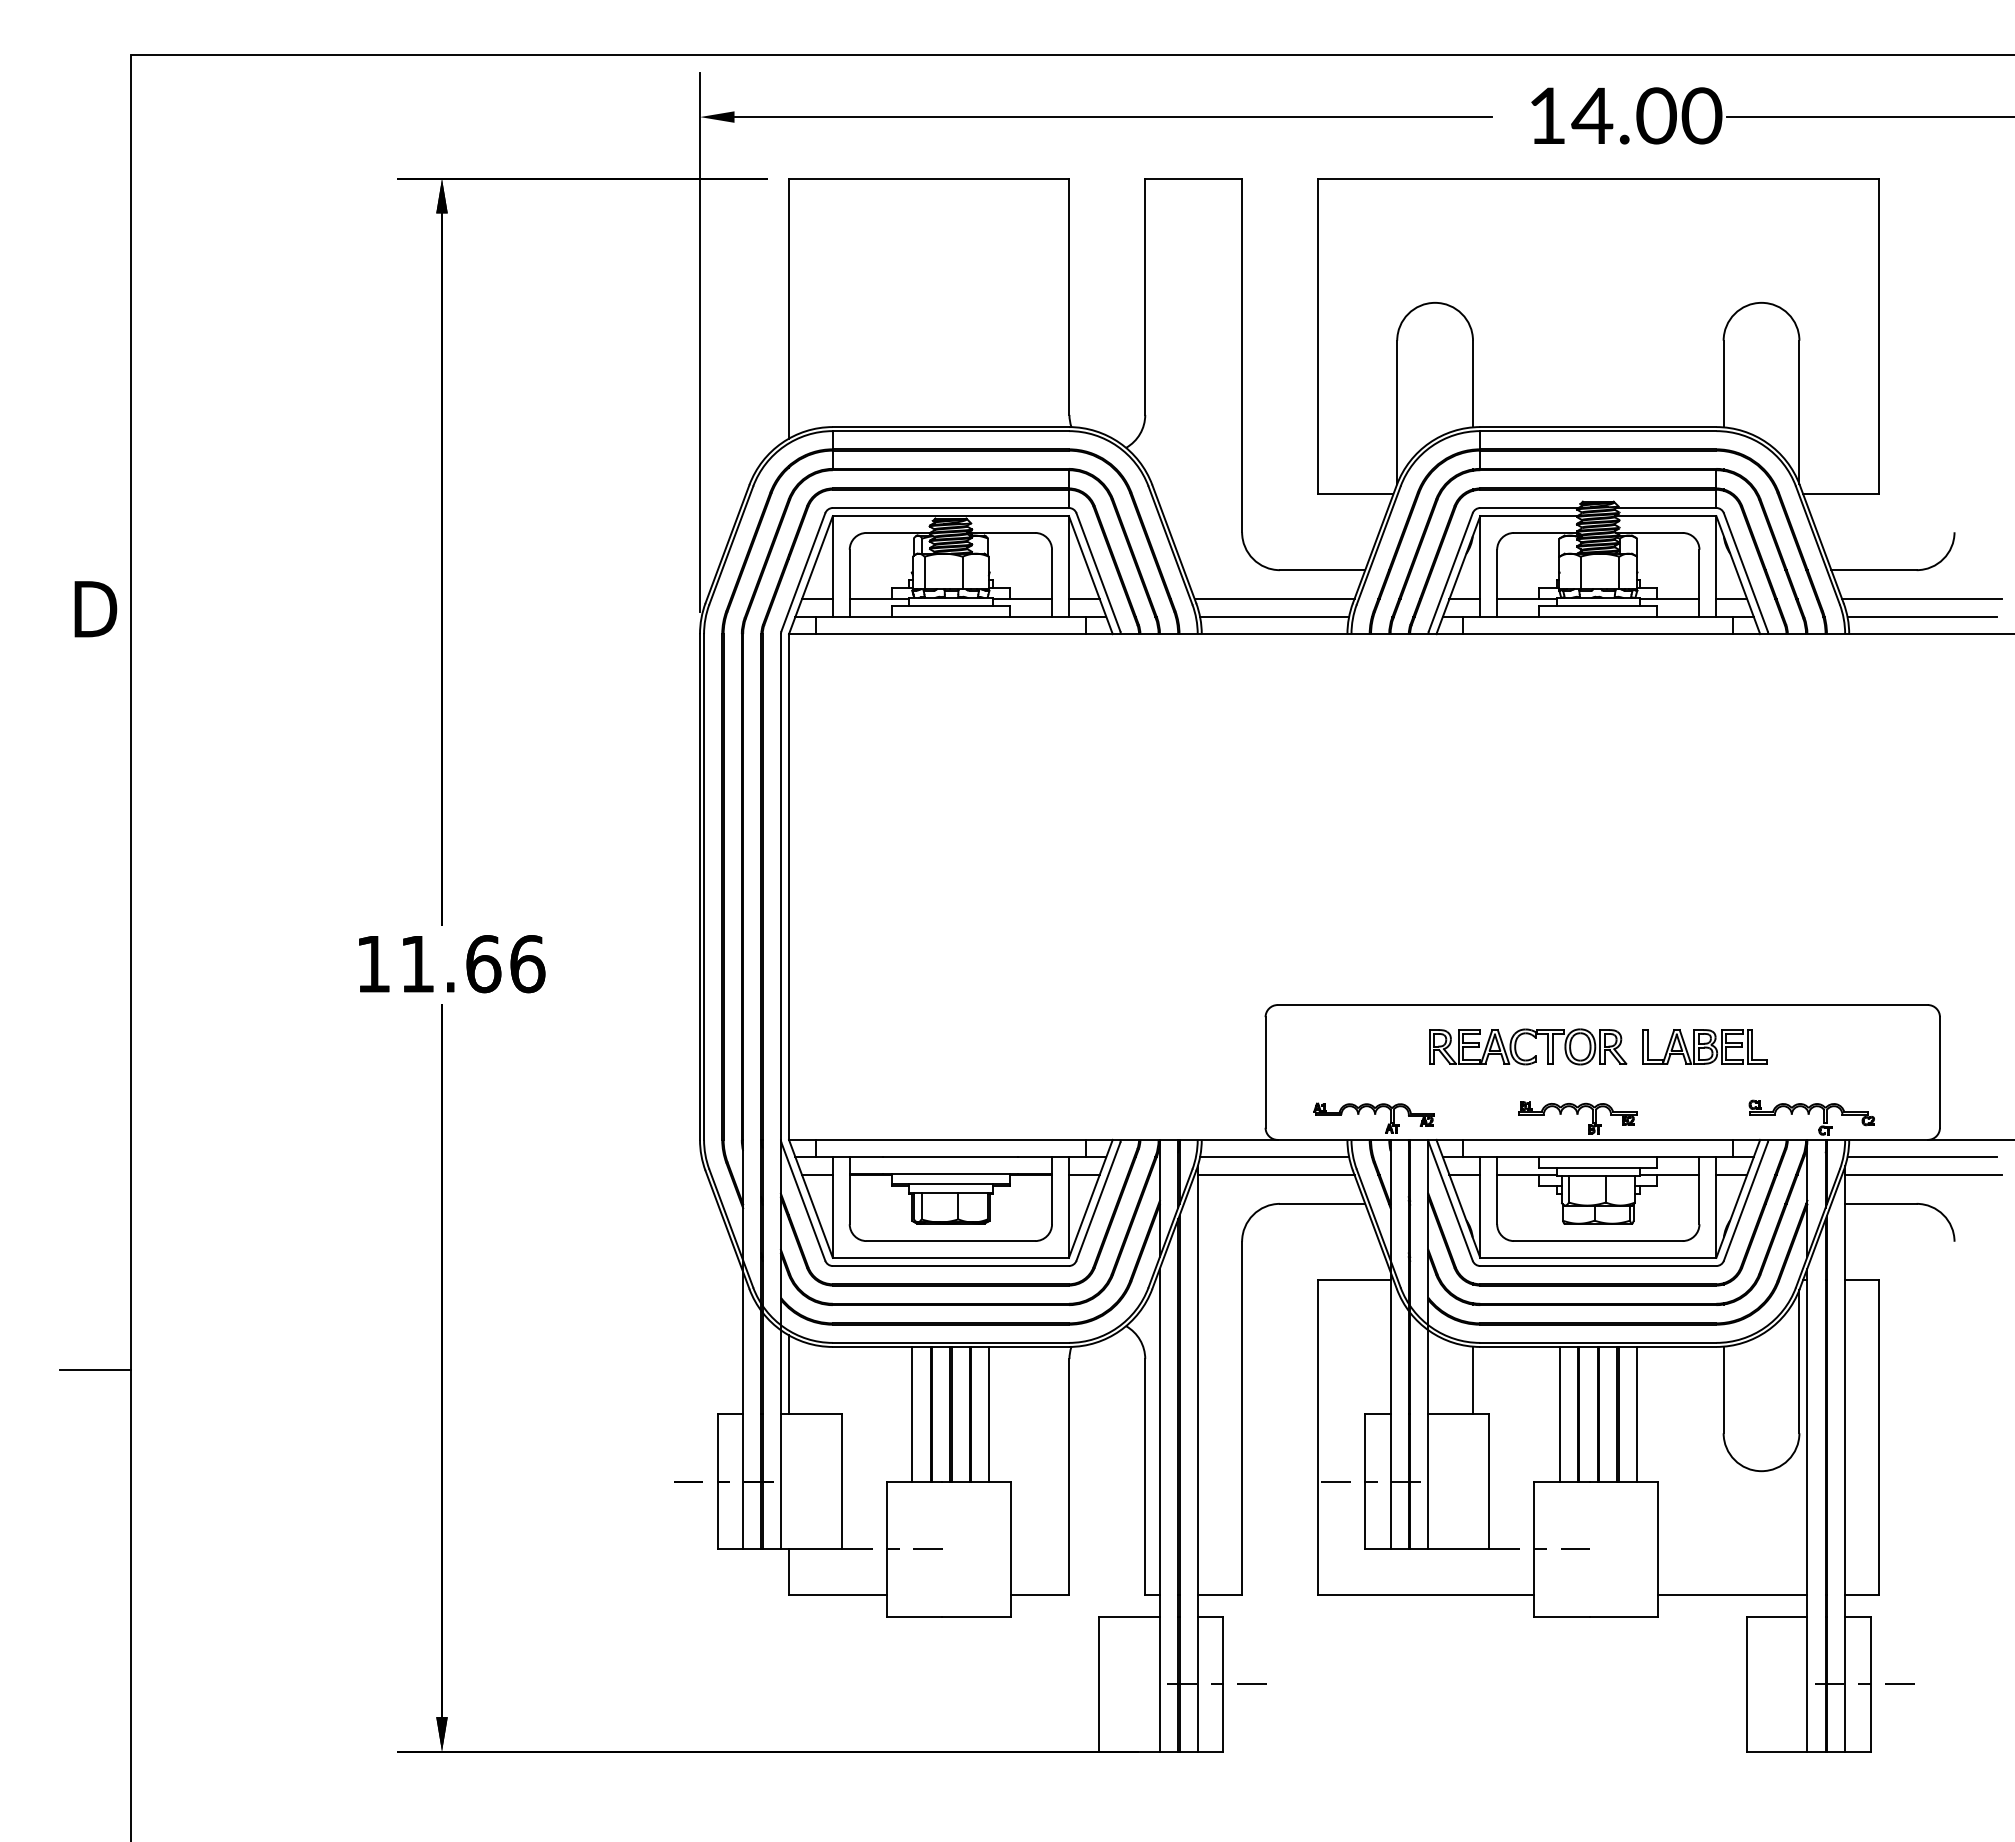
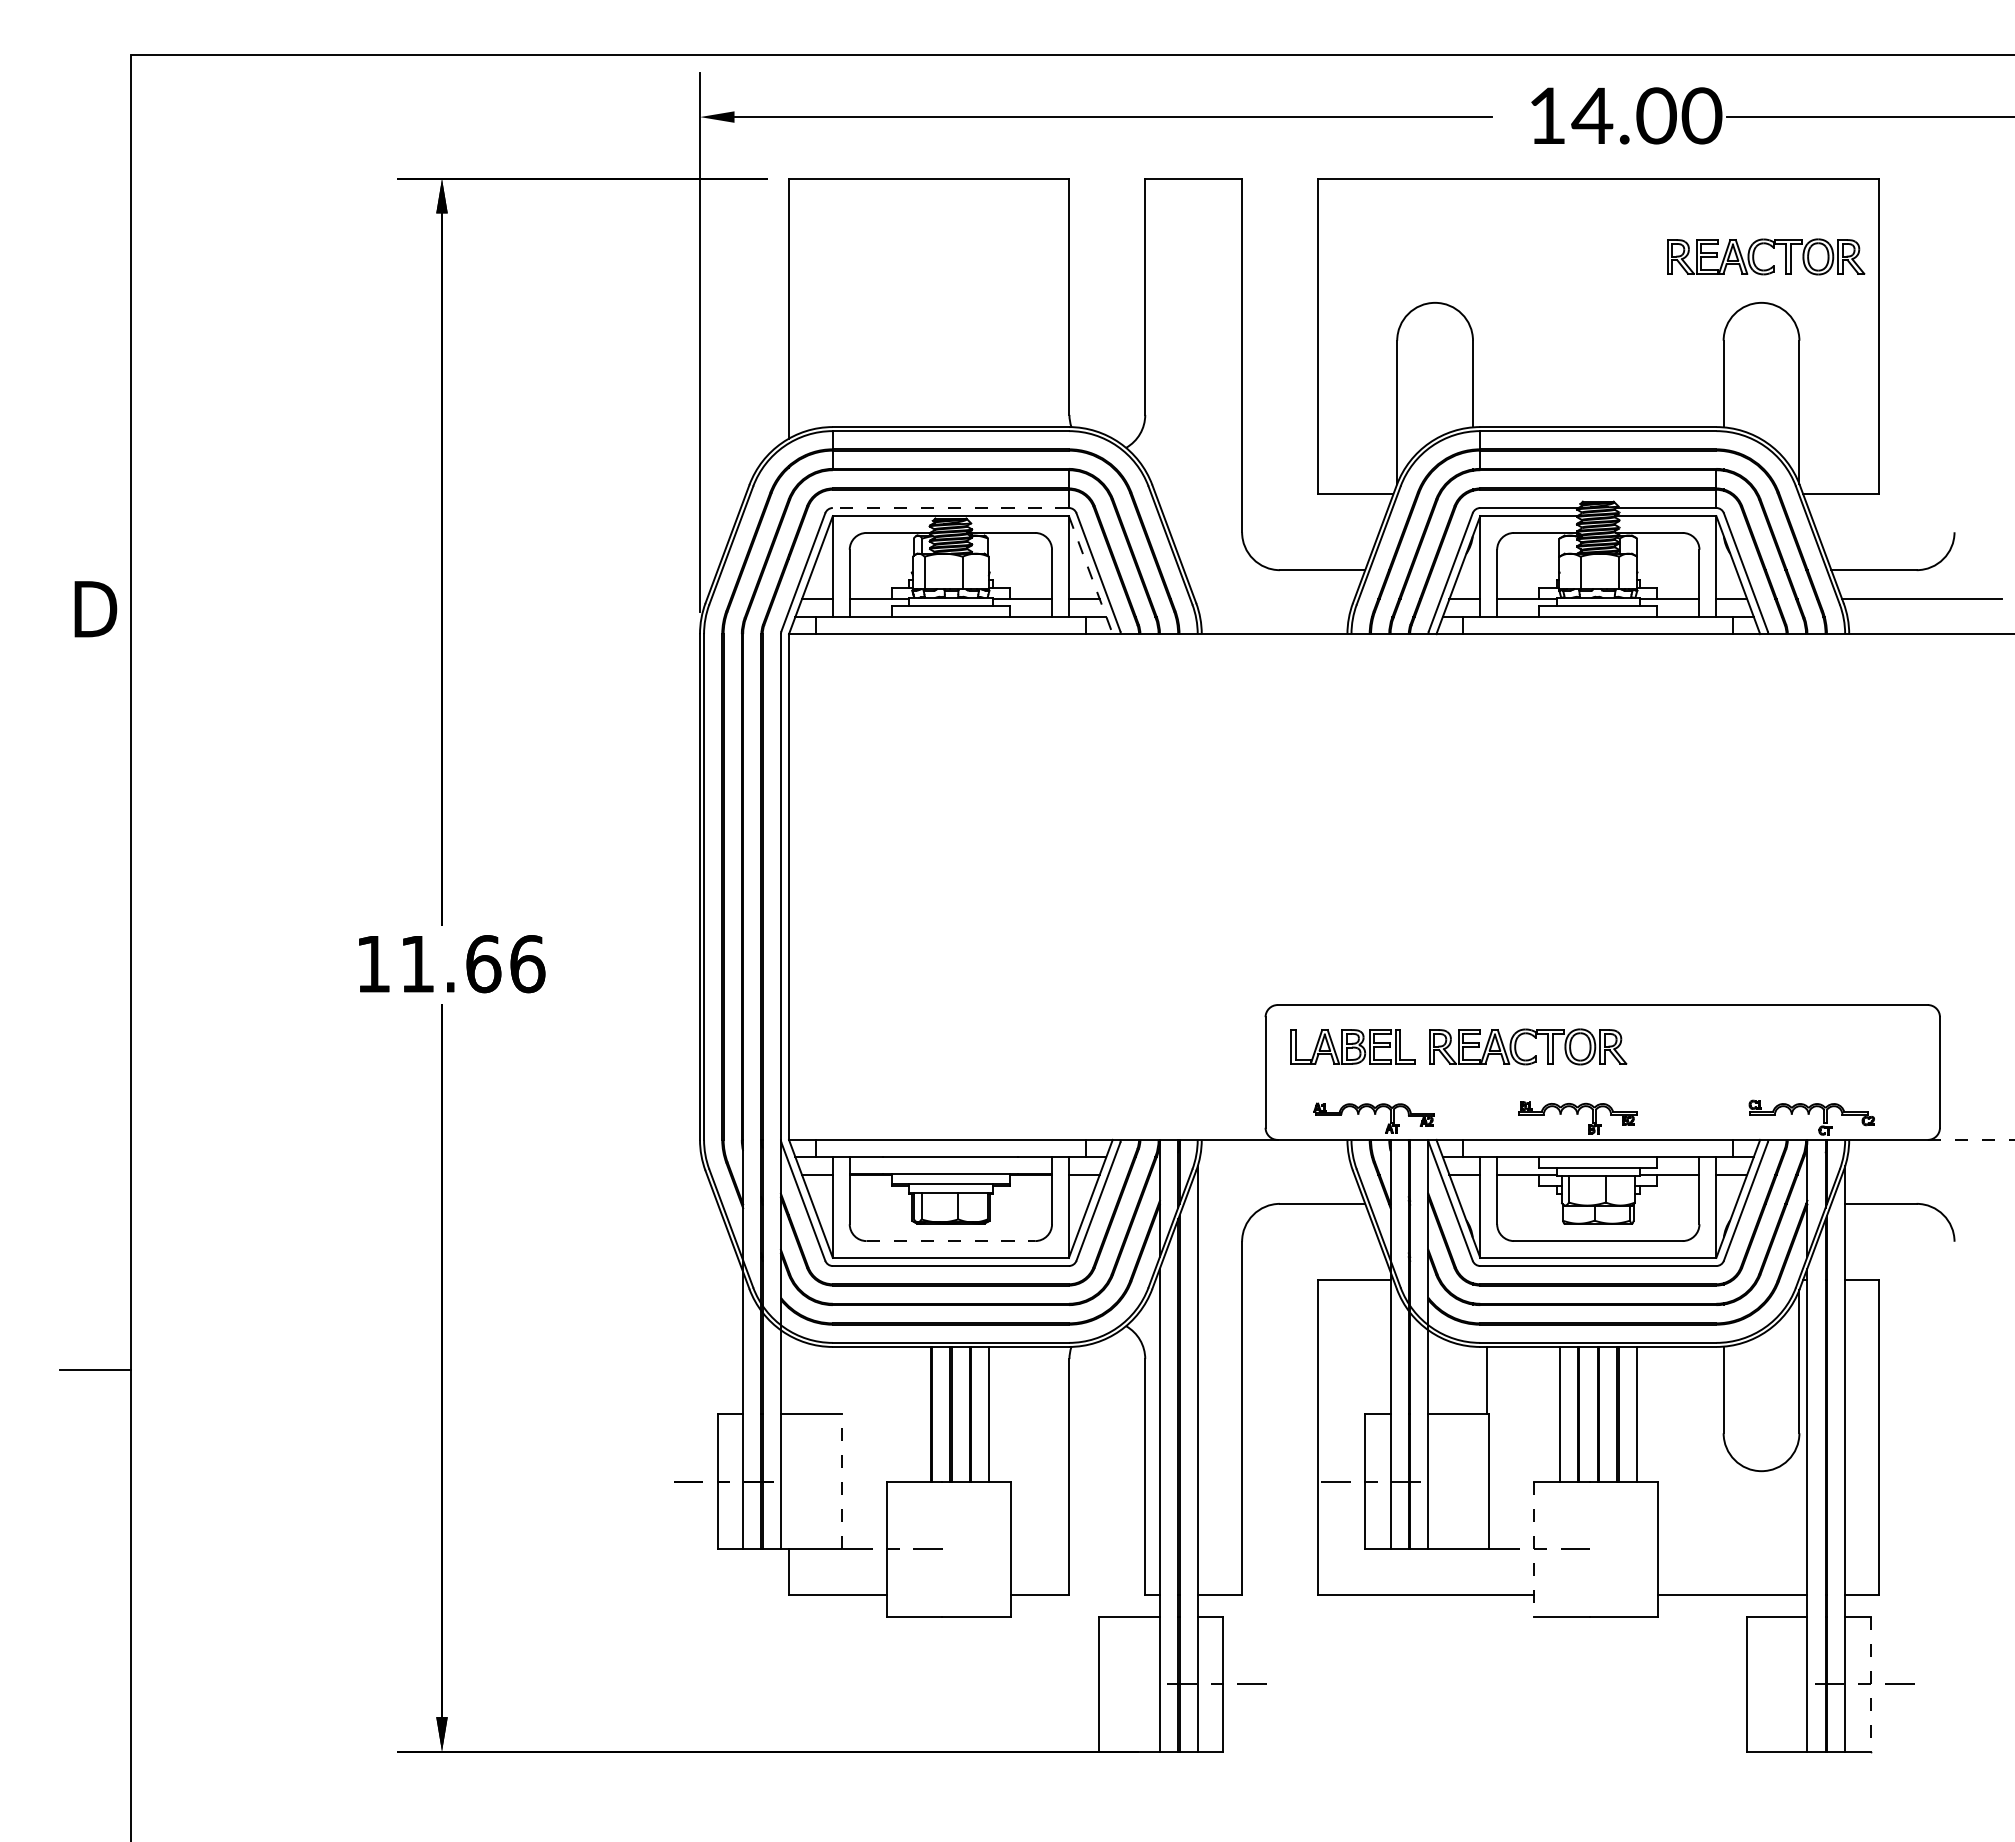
part at (1771, 247): none -> present
line at (950, 508): solid -> dashed
line at (1090, 575): solid -> dashed
line at (1274, 599): present -> none
line at (1274, 617): present -> none
line at (1921, 617): present -> none
part at (1704, 1046) position: (1704, 1046) -> (1352, 1046)
line at (1971, 1139): solid -> dashed
line at (1274, 1156): present -> none
line at (1921, 1156): present -> none
line at (1275, 1174): present -> none
line at (1923, 1174): present -> none
line at (951, 1241): solid -> dashed
line at (789, 1374): present -> none
line at (1473, 1380) position: (1473, 1380) -> (1487, 1380)
line at (912, 1413): present -> none
line at (841, 1481): solid -> dashed
line at (1534, 1549): solid -> dashed
line at (1870, 1684): solid -> dashed
